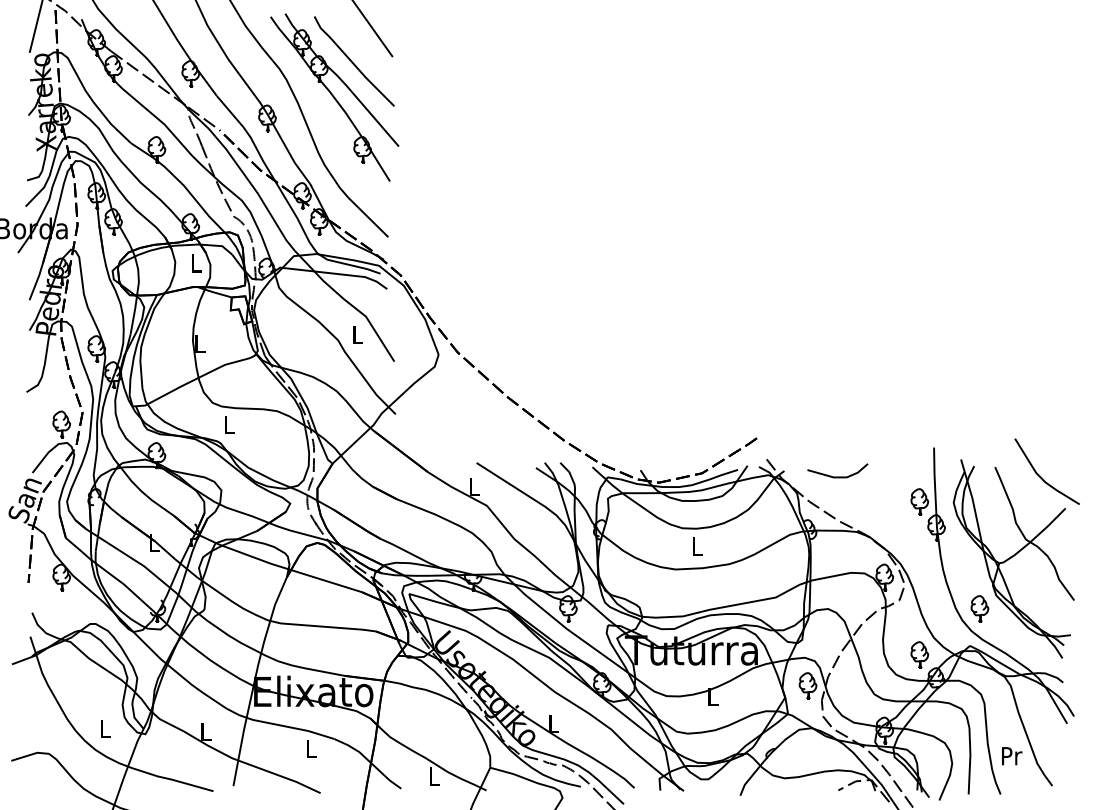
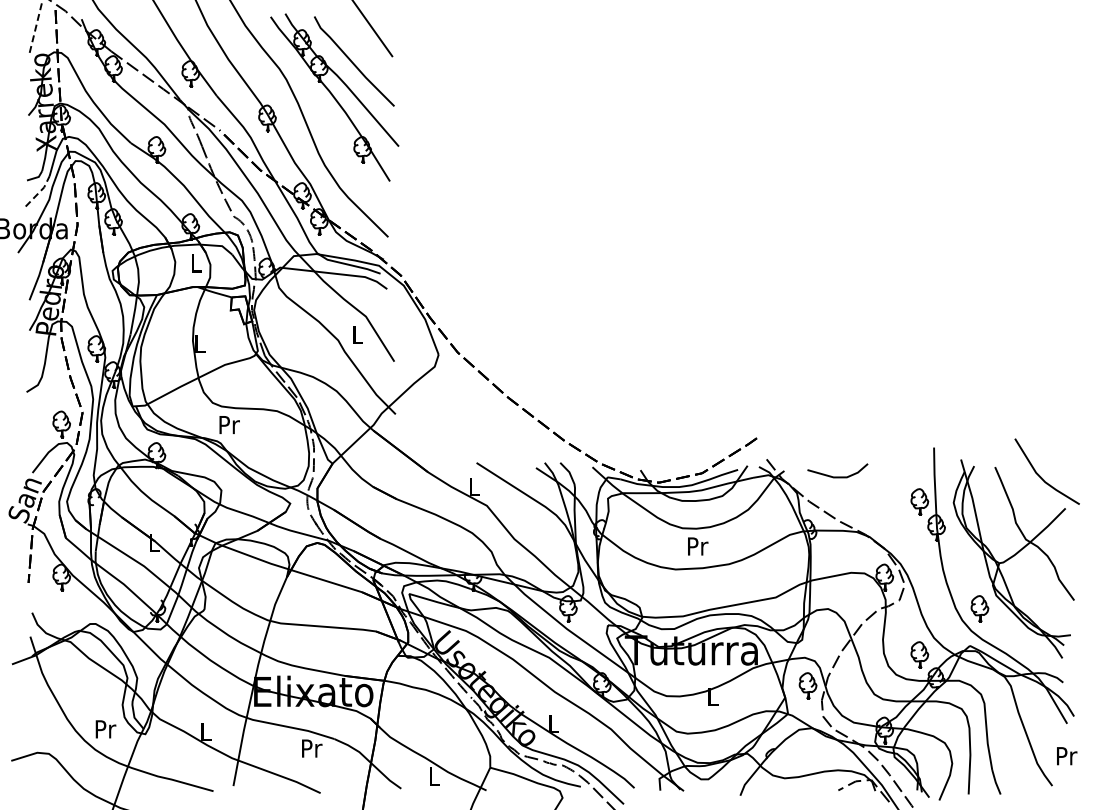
line at (36, 26): solid -> dashed
line at (40, 191): solid -> dashed
text at (229, 425): L -> Pr
text at (698, 546): L -> Pr
text at (105, 729): L -> Pr
text at (312, 748): L -> Pr
text at (1012, 756) position: (1012, 756) -> (1067, 756)
